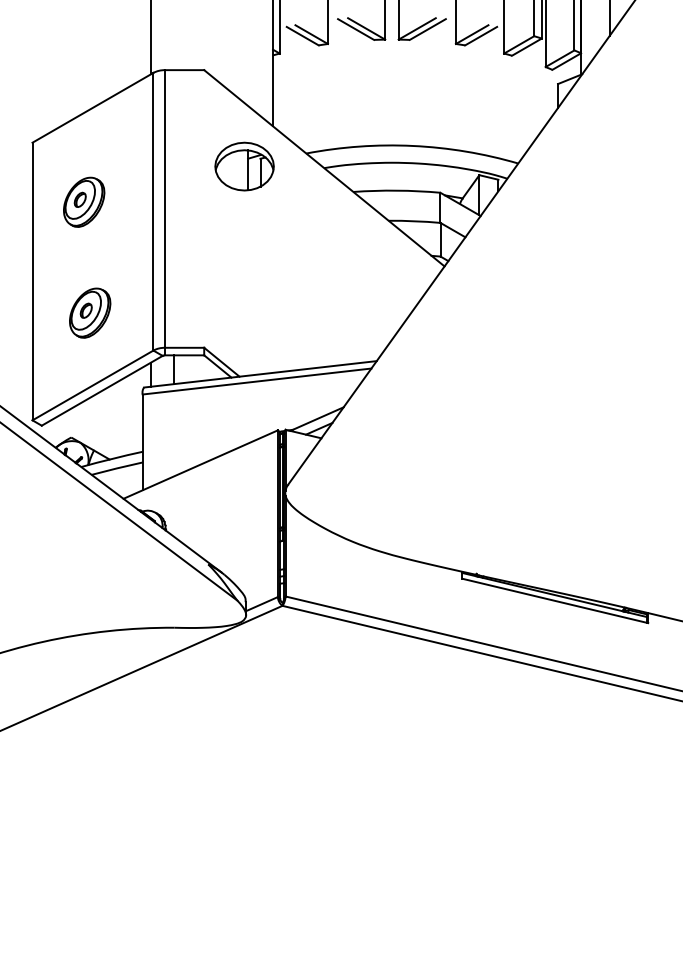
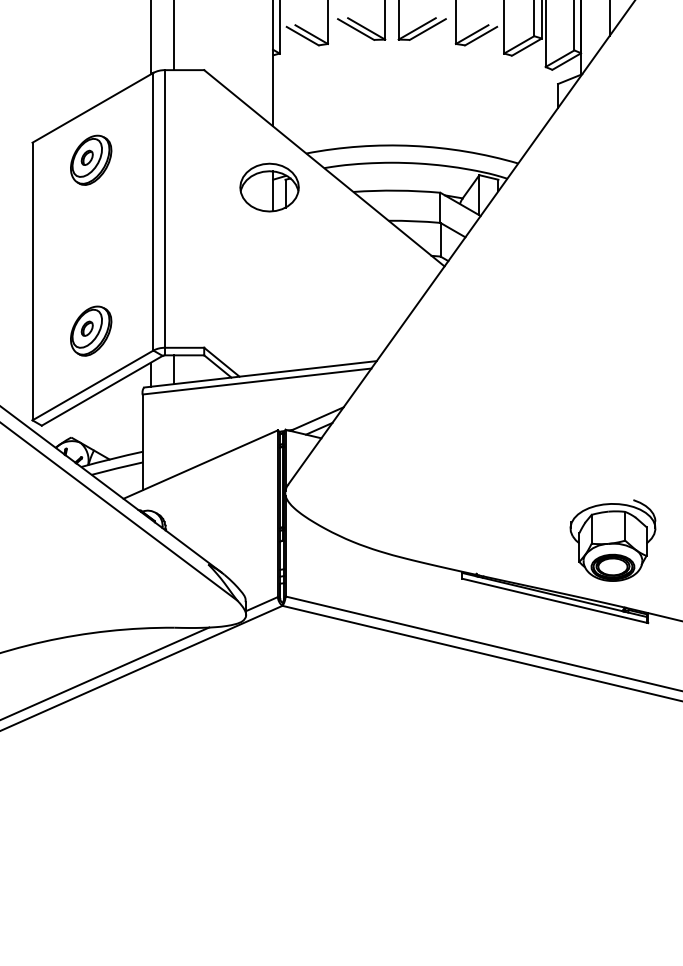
line at (174, 36): none -> present
part at (244, 166) position: (244, 166) -> (269, 187)
part at (84, 201) position: (84, 201) -> (91, 159)
part at (90, 312) position: (90, 312) -> (91, 330)
part at (612, 540): none -> present
line at (105, 673): none -> present
